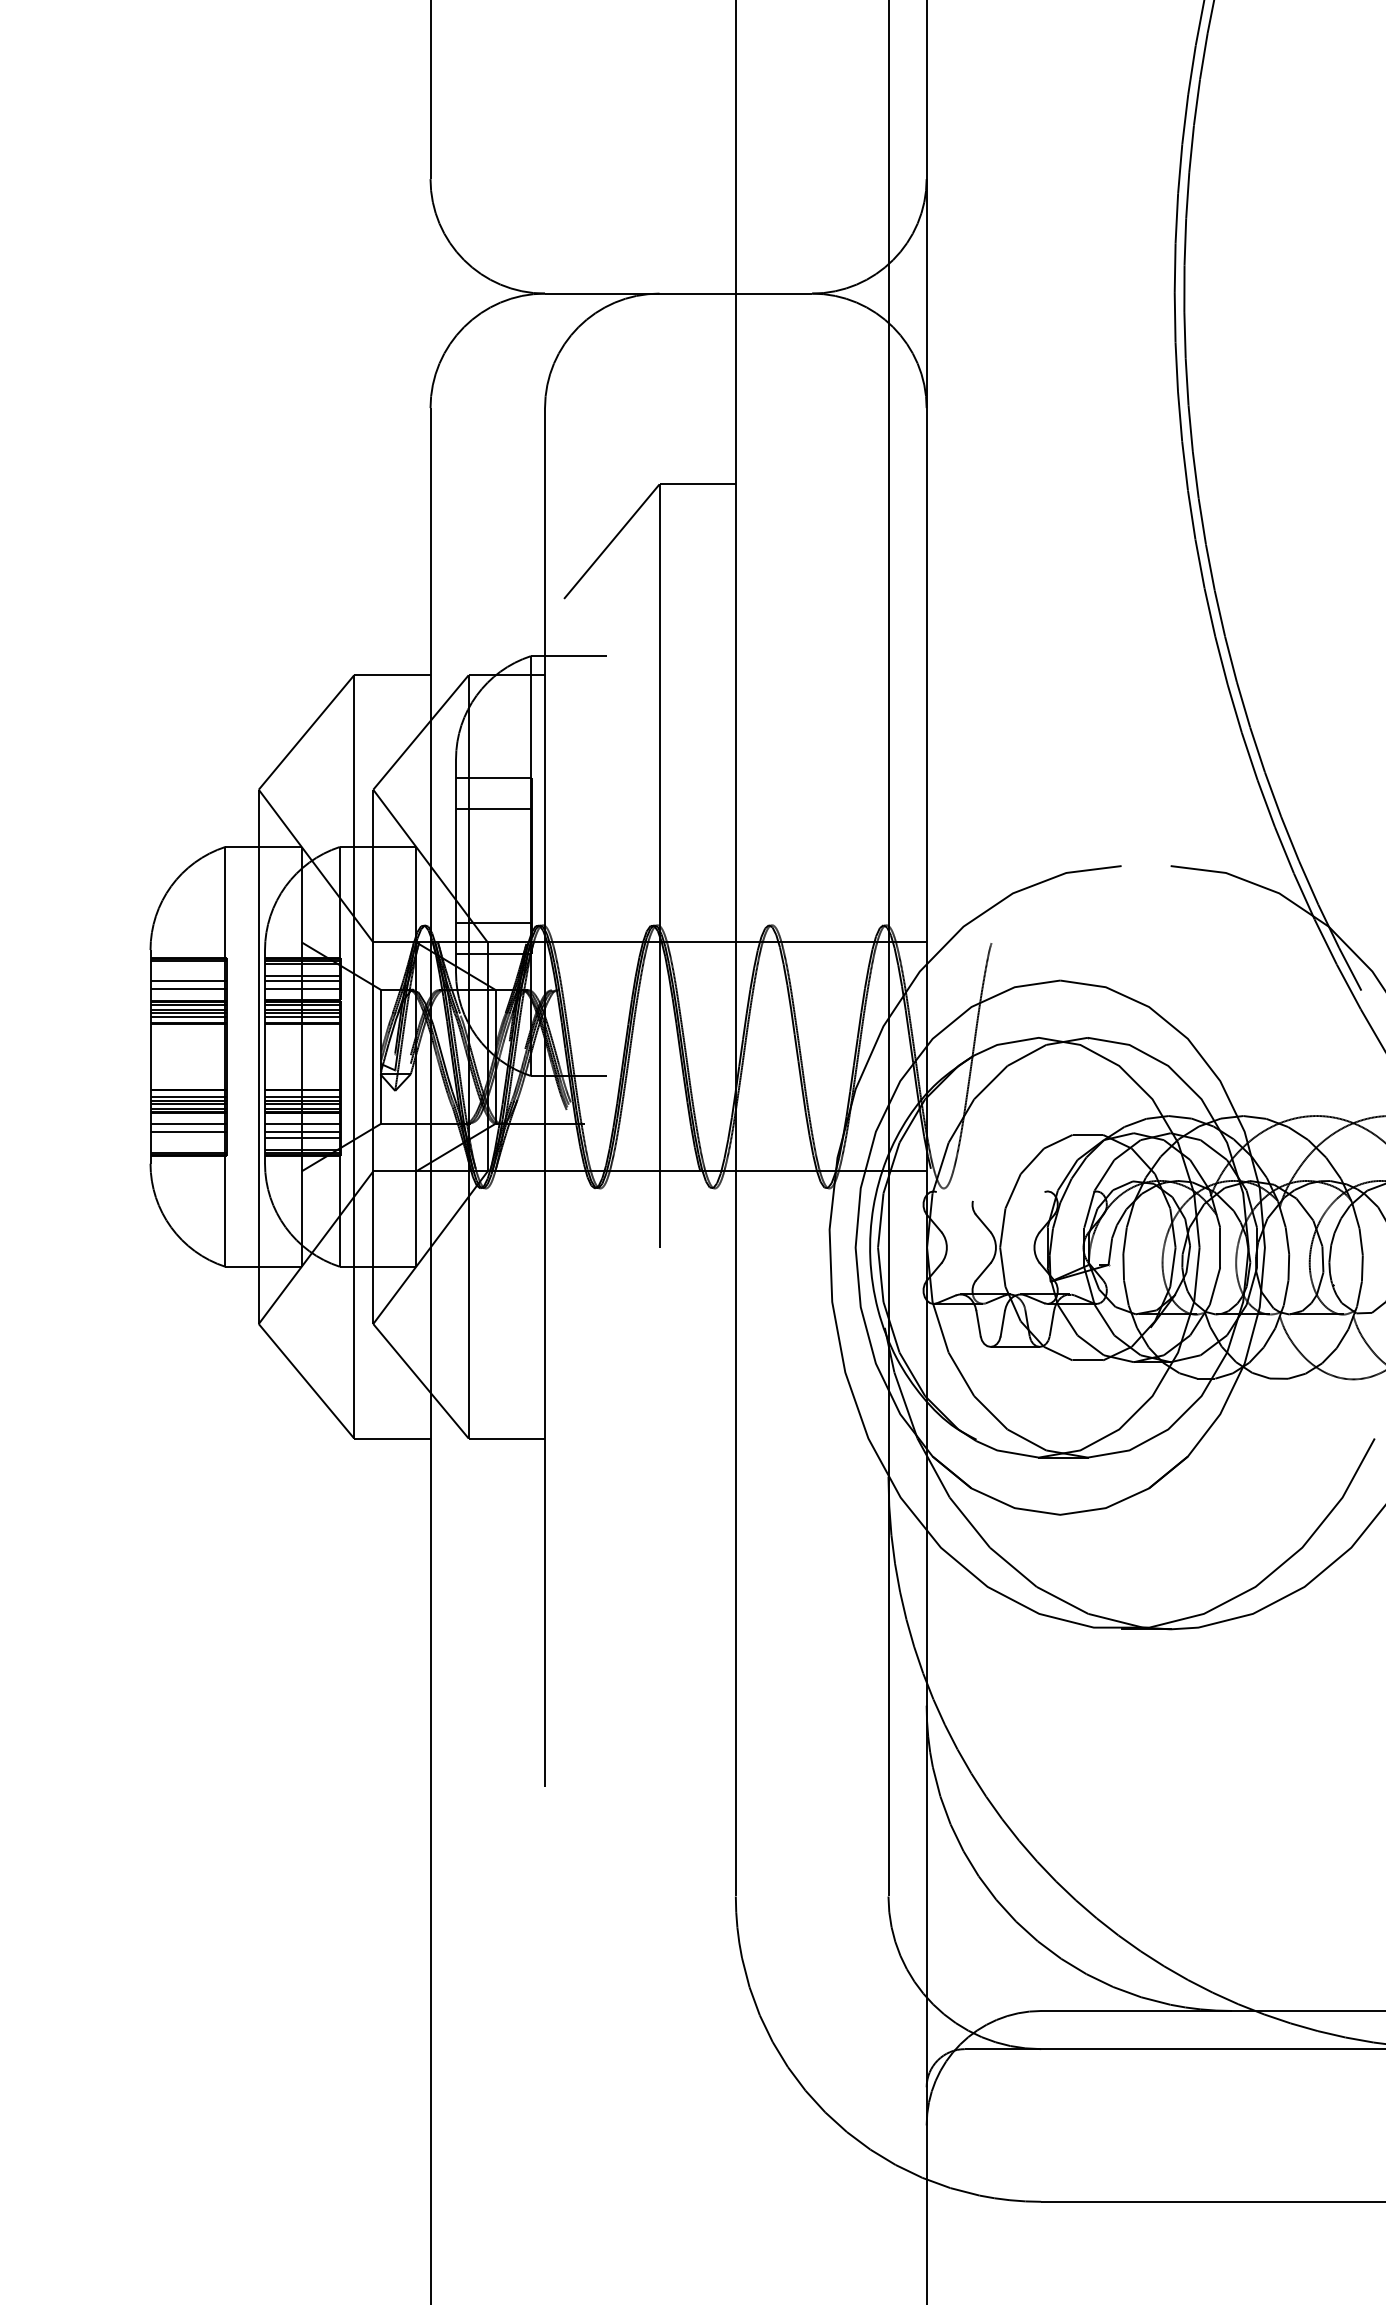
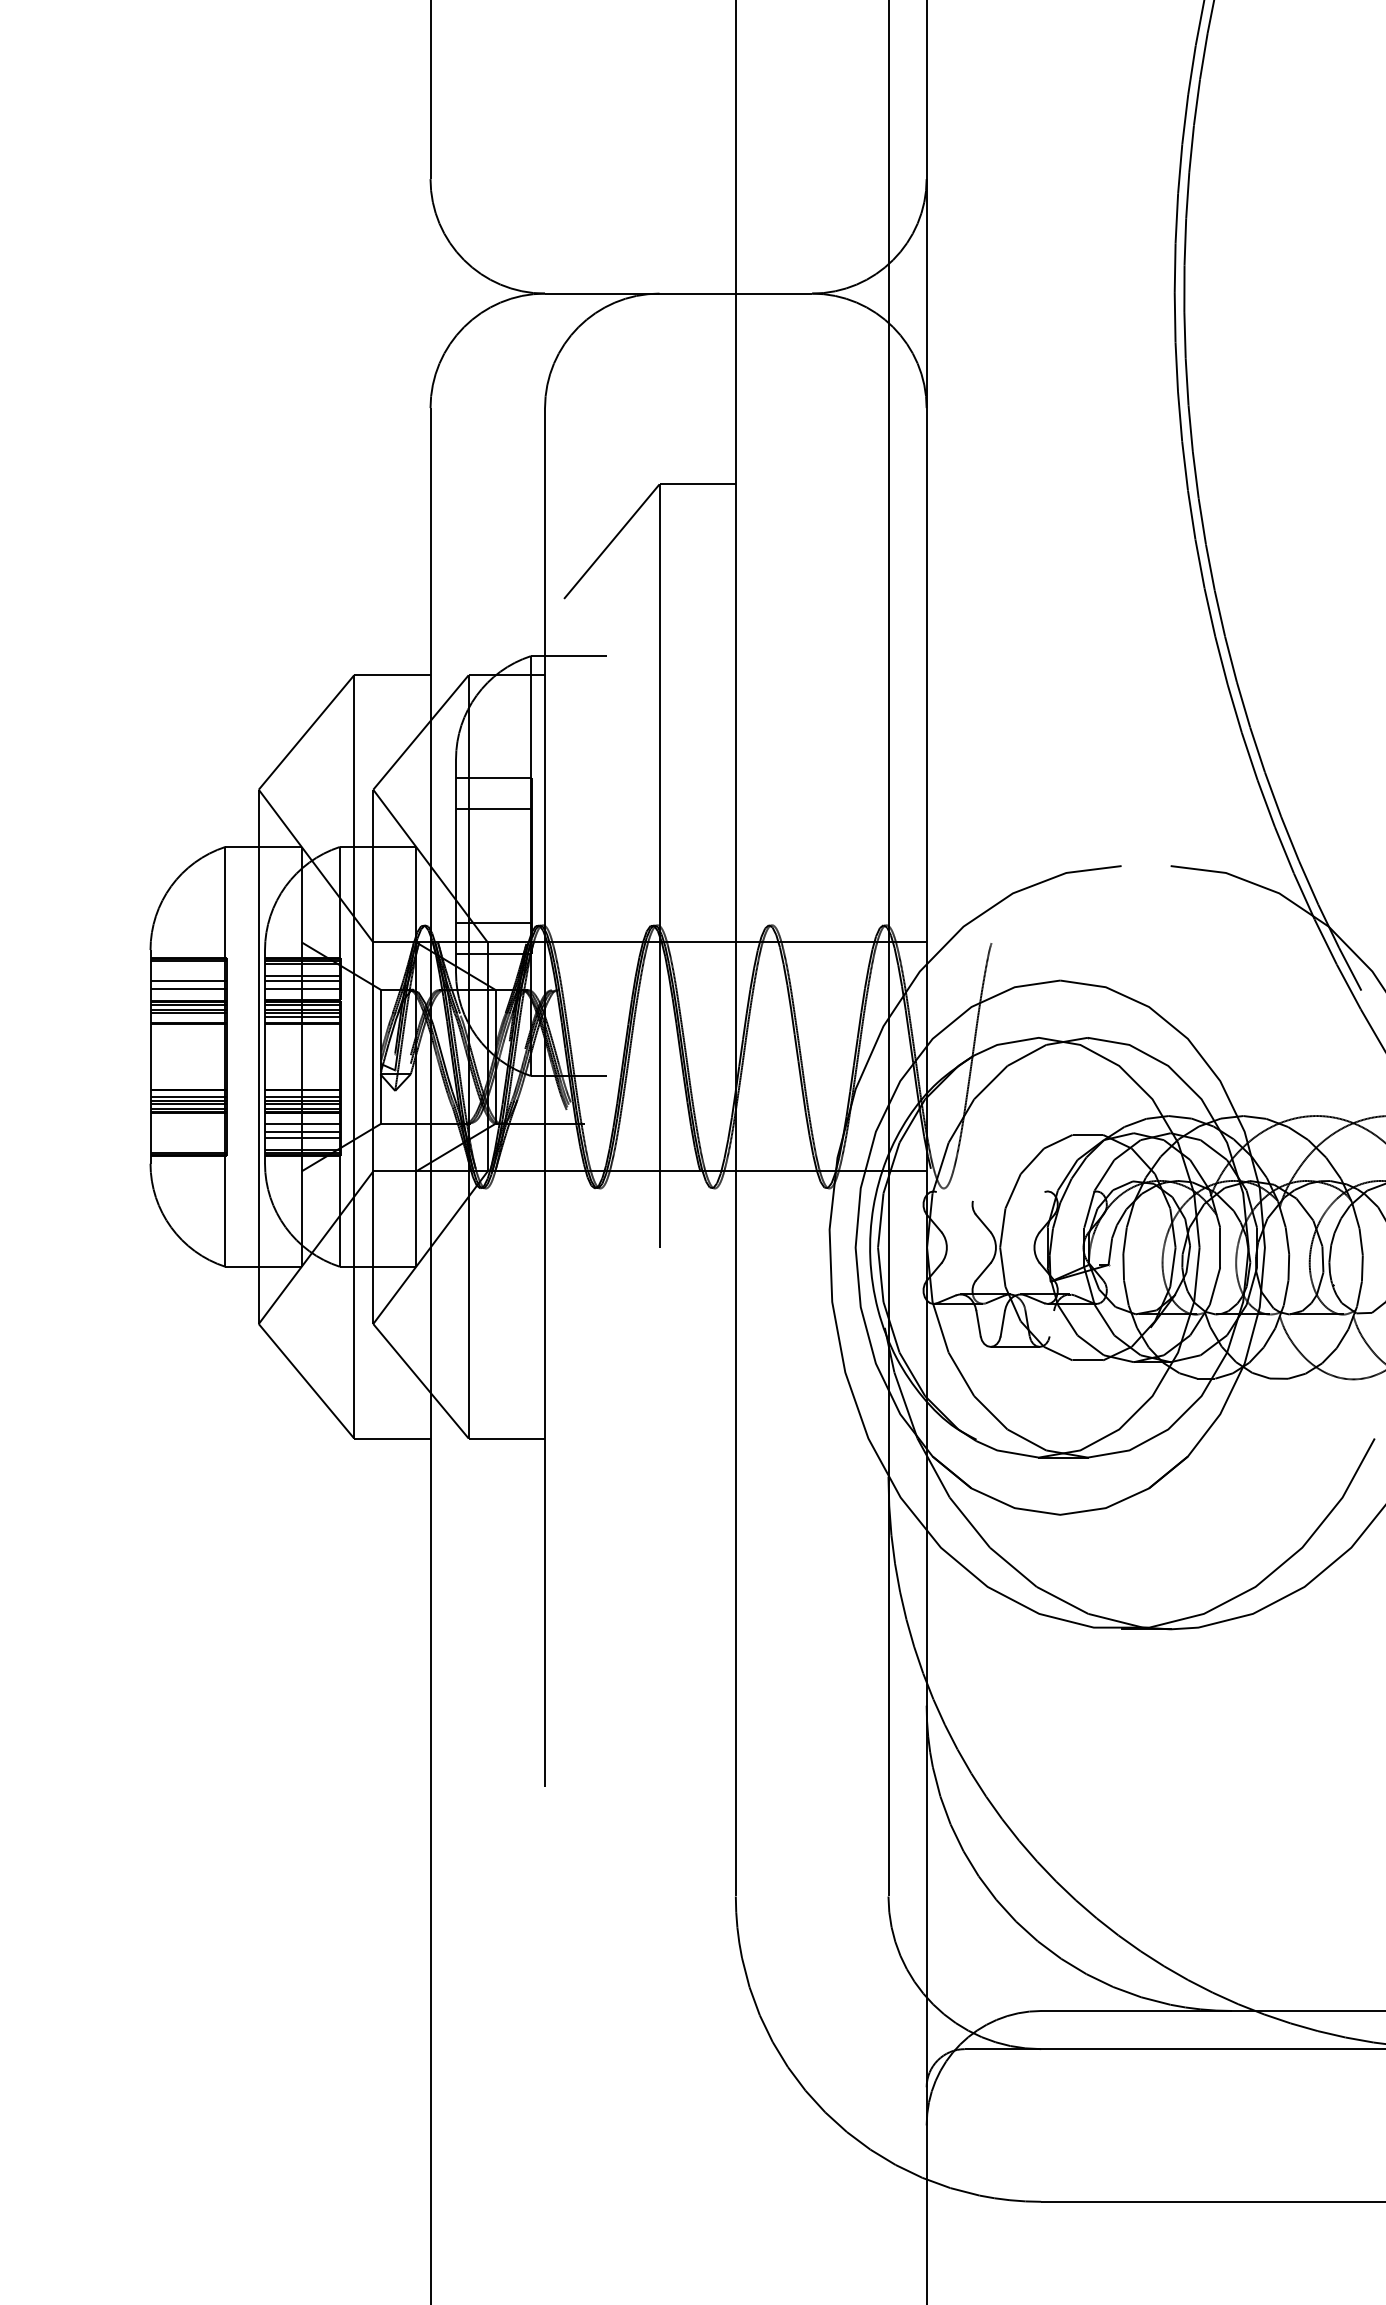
line at (188, 1017): present -> none
line at (188, 1124): present -> none
line at (188, 1132): present -> none
line at (1051, 1323): present -> none
